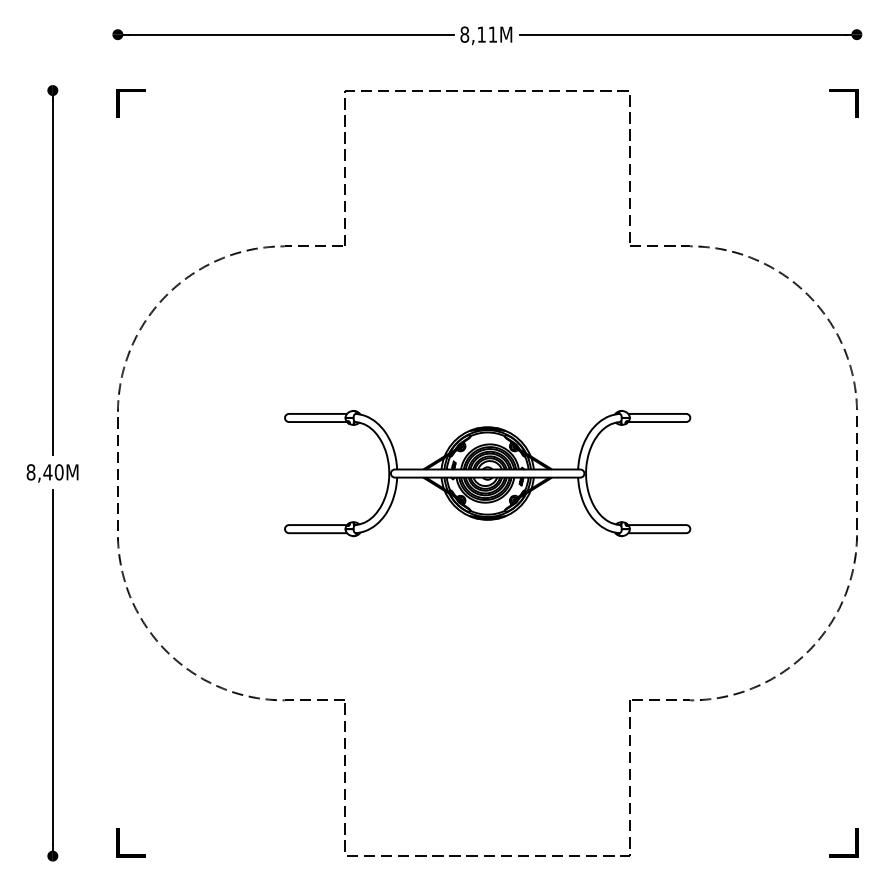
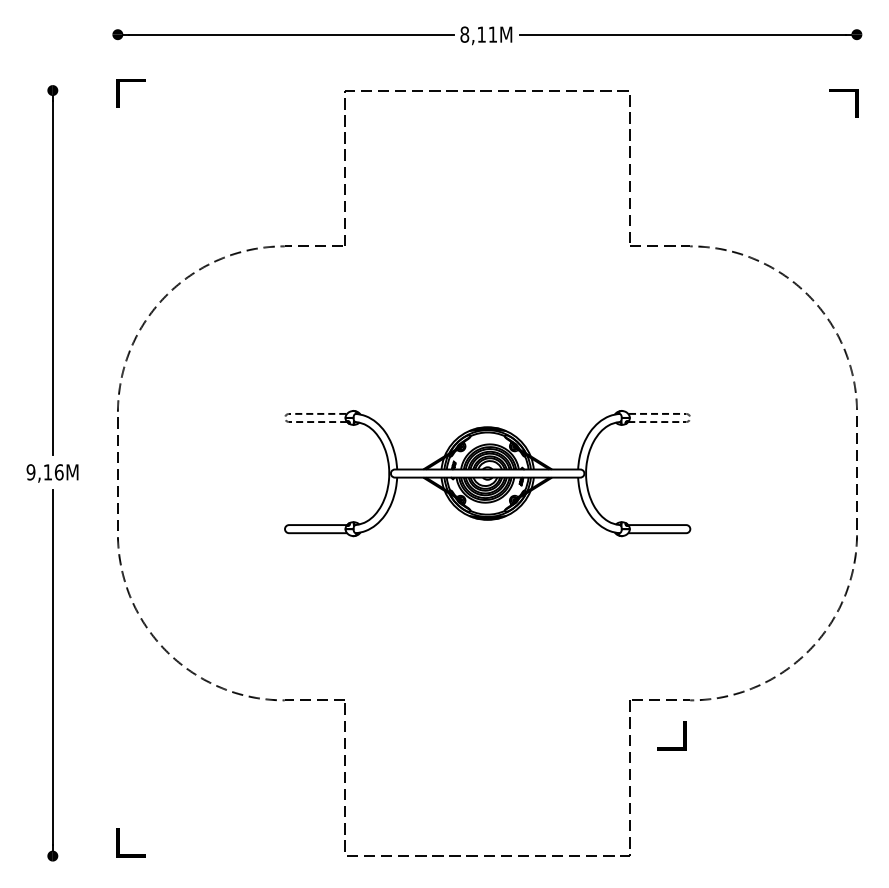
line at (119, 103) position: (119, 103) -> (119, 93)
line at (285, 417): solid -> dashed
line at (690, 417): solid -> dashed
text at (44, 472): 8,40M -> 9,16M
line at (855, 842) position: (855, 842) -> (683, 735)
